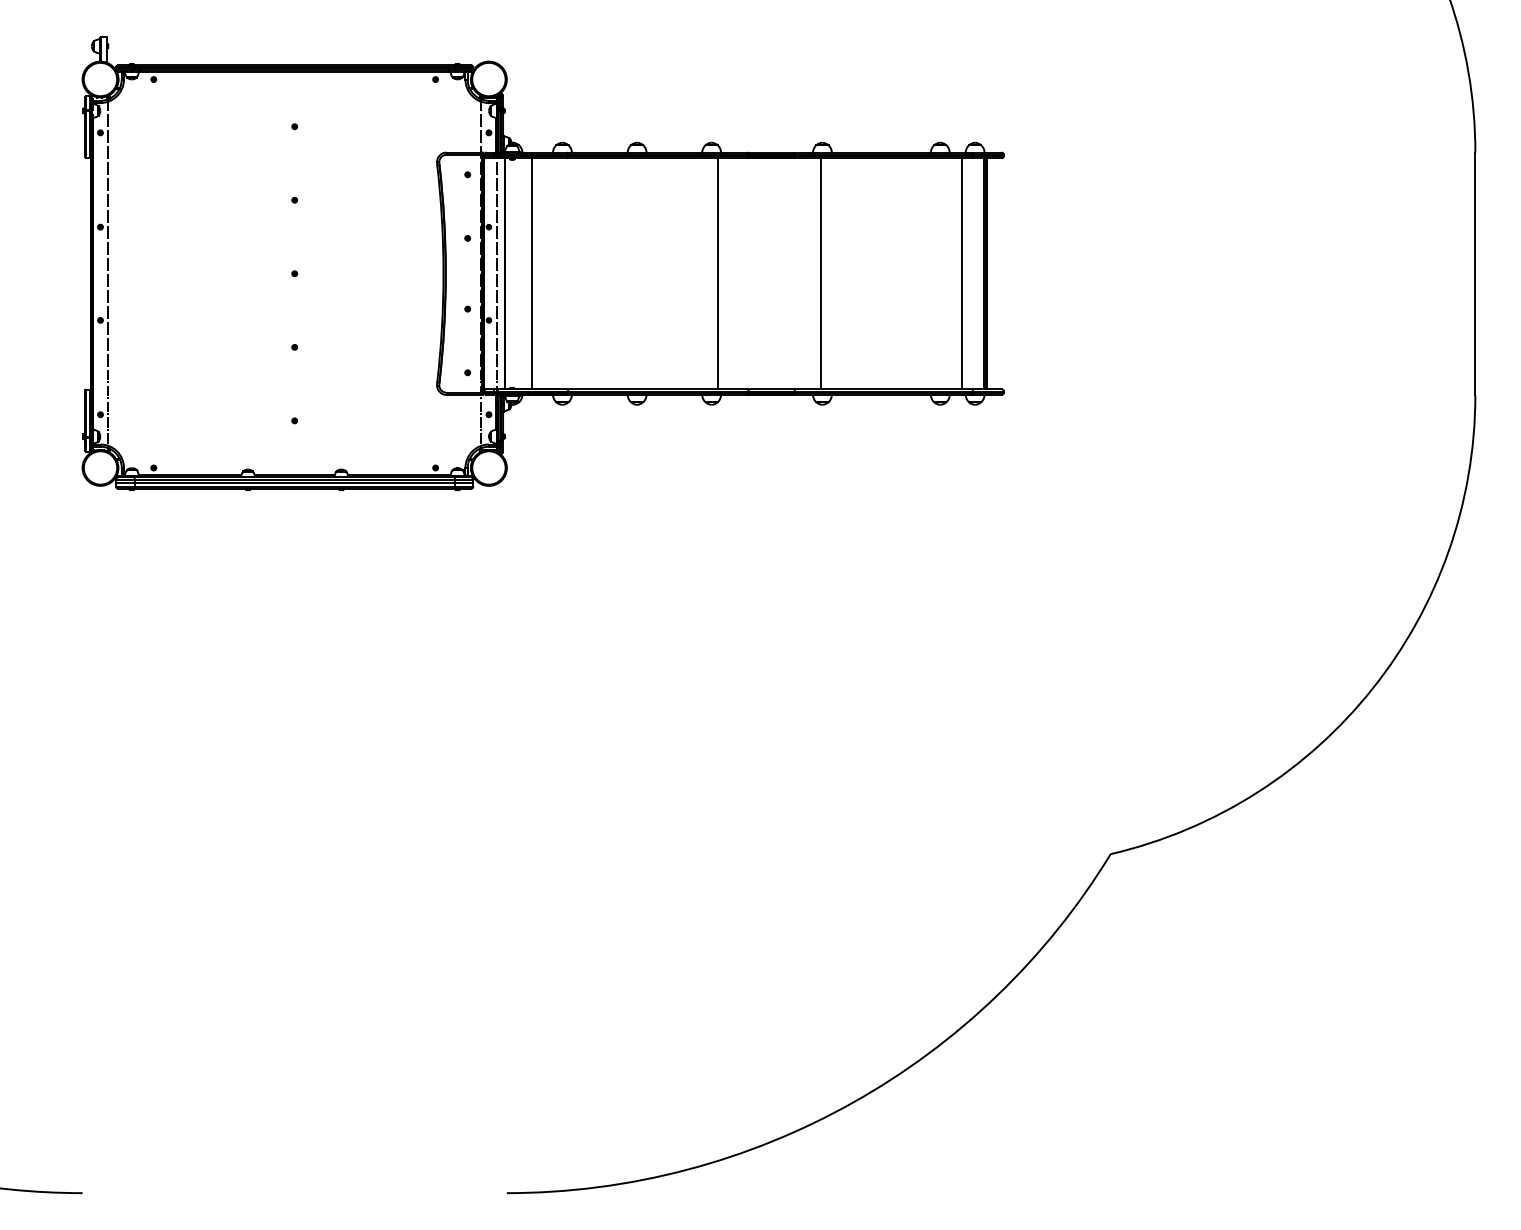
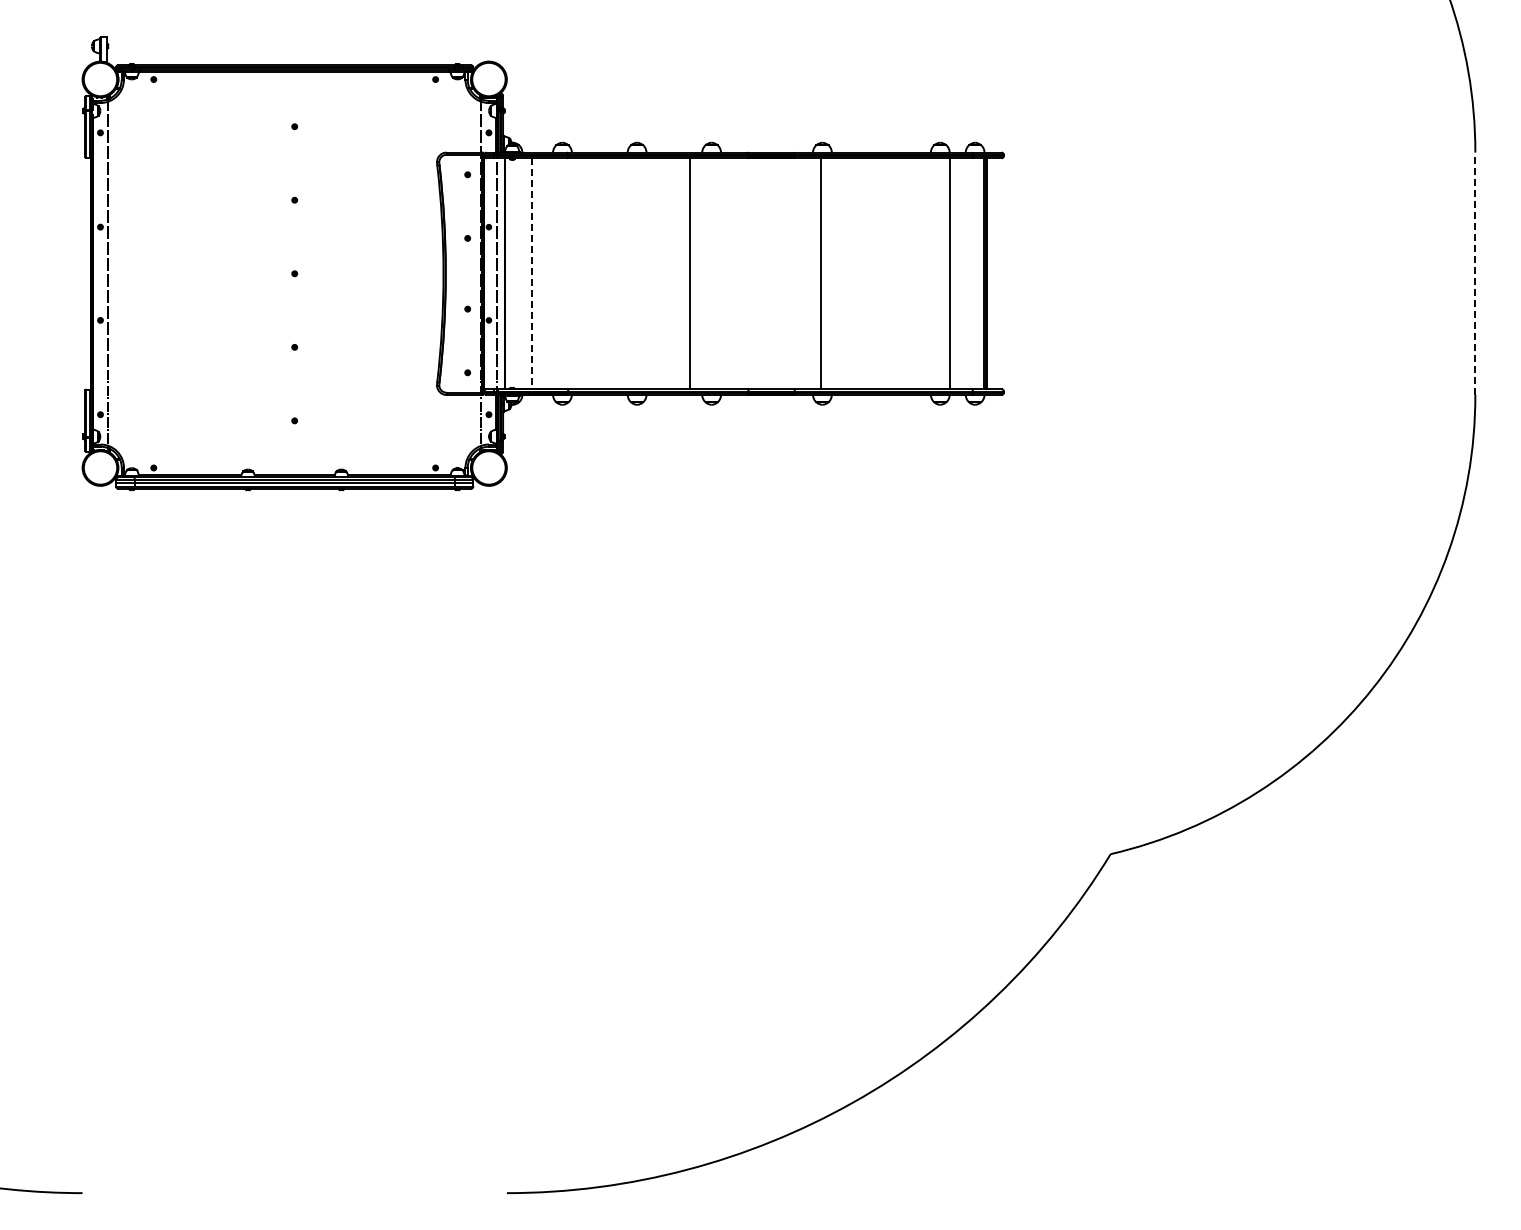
line at (532, 273): solid -> dashed
line at (718, 273) position: (718, 273) -> (690, 273)
line at (962, 273) position: (962, 273) -> (950, 273)
line at (1475, 273): solid -> dashed
